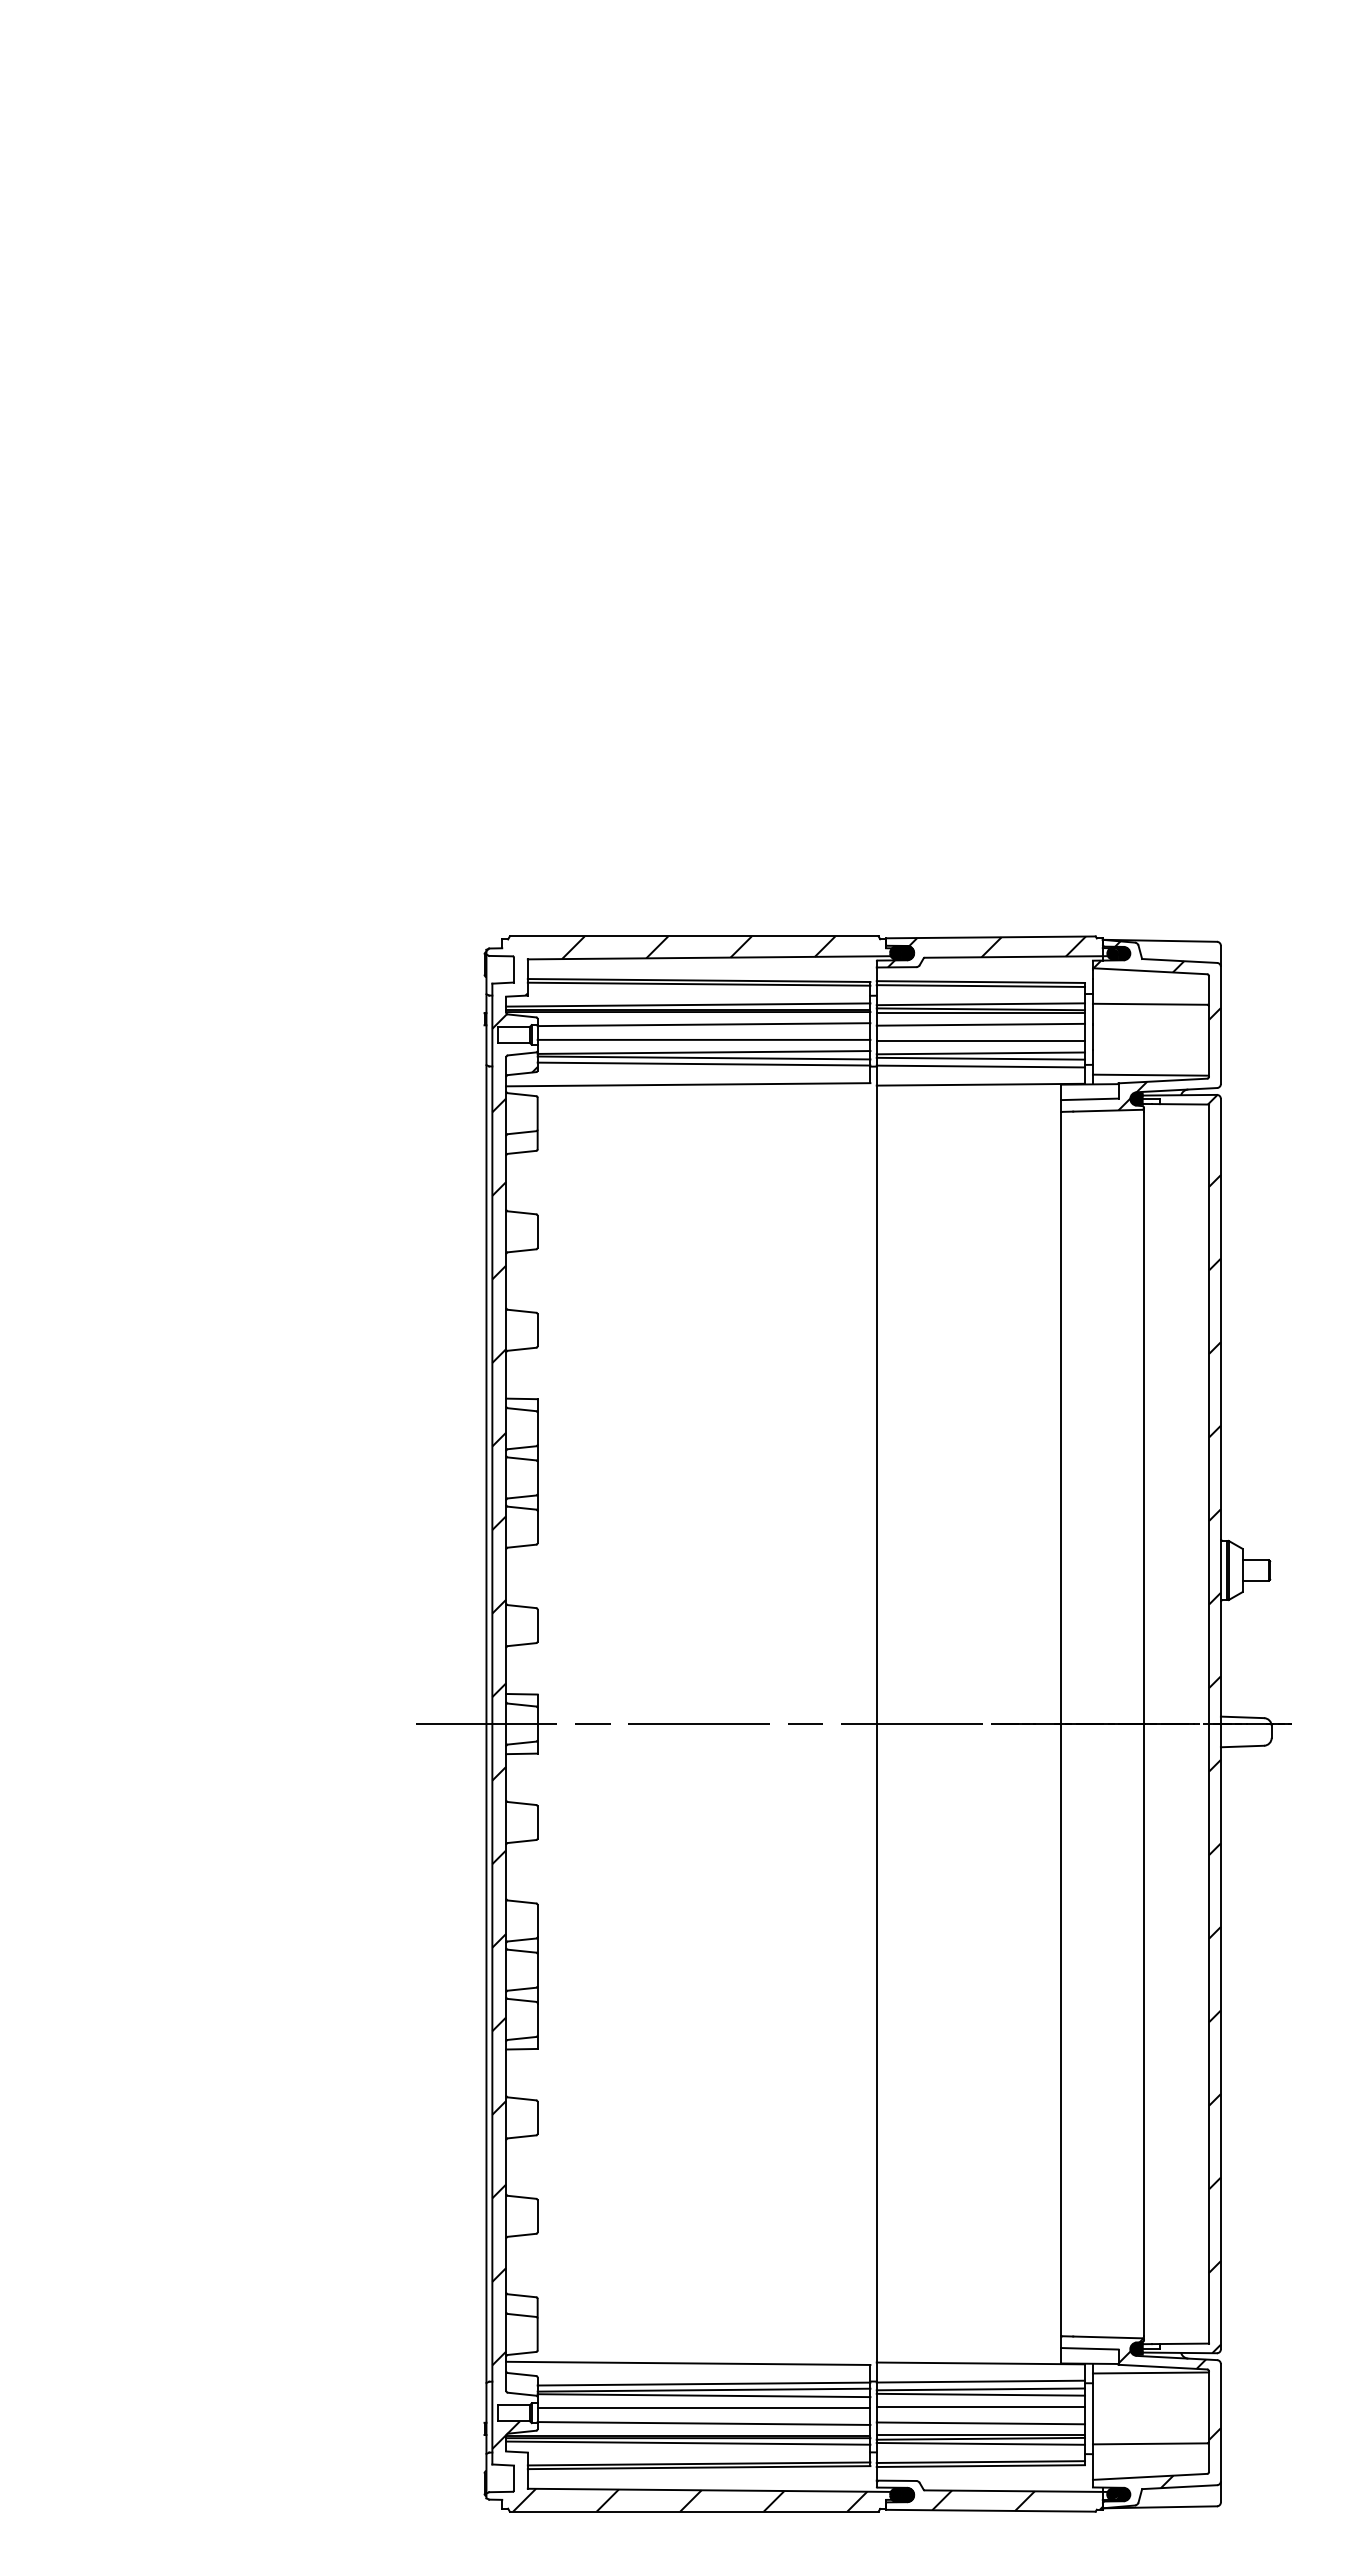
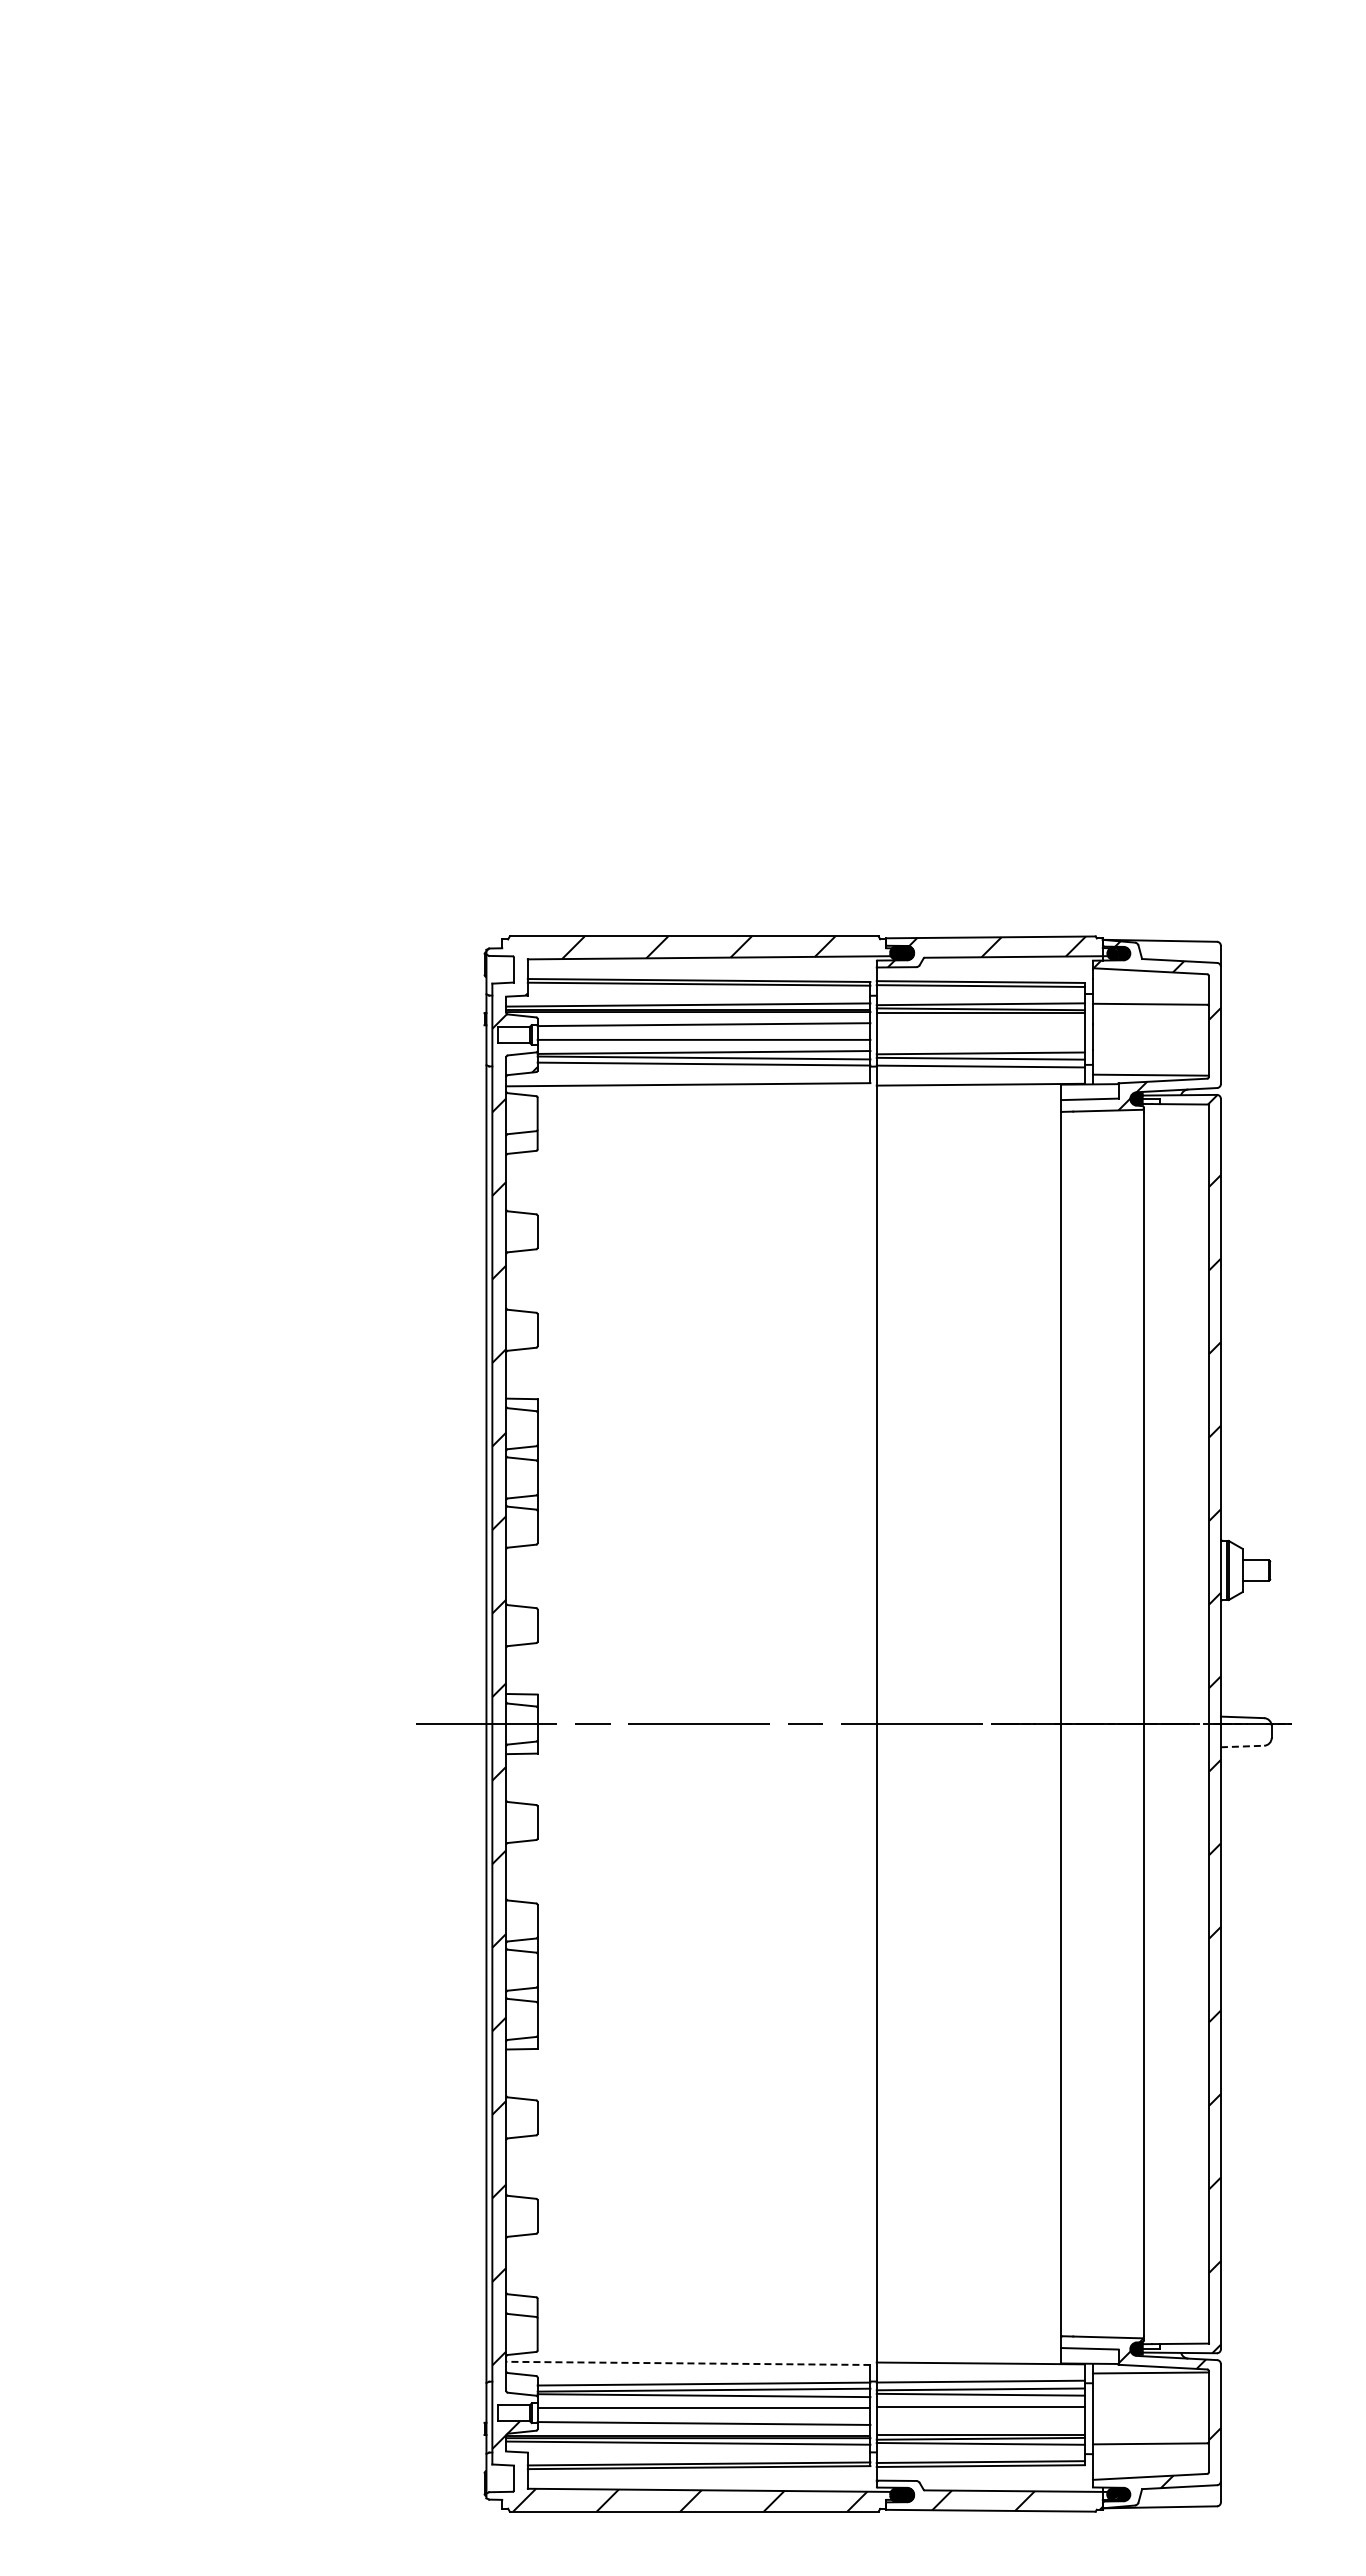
line at (980, 1024): present -> none
line at (980, 1041): present -> none
line at (1242, 1746): solid -> dashed
line at (687, 2363): solid -> dashed
line at (980, 2423): present -> none
